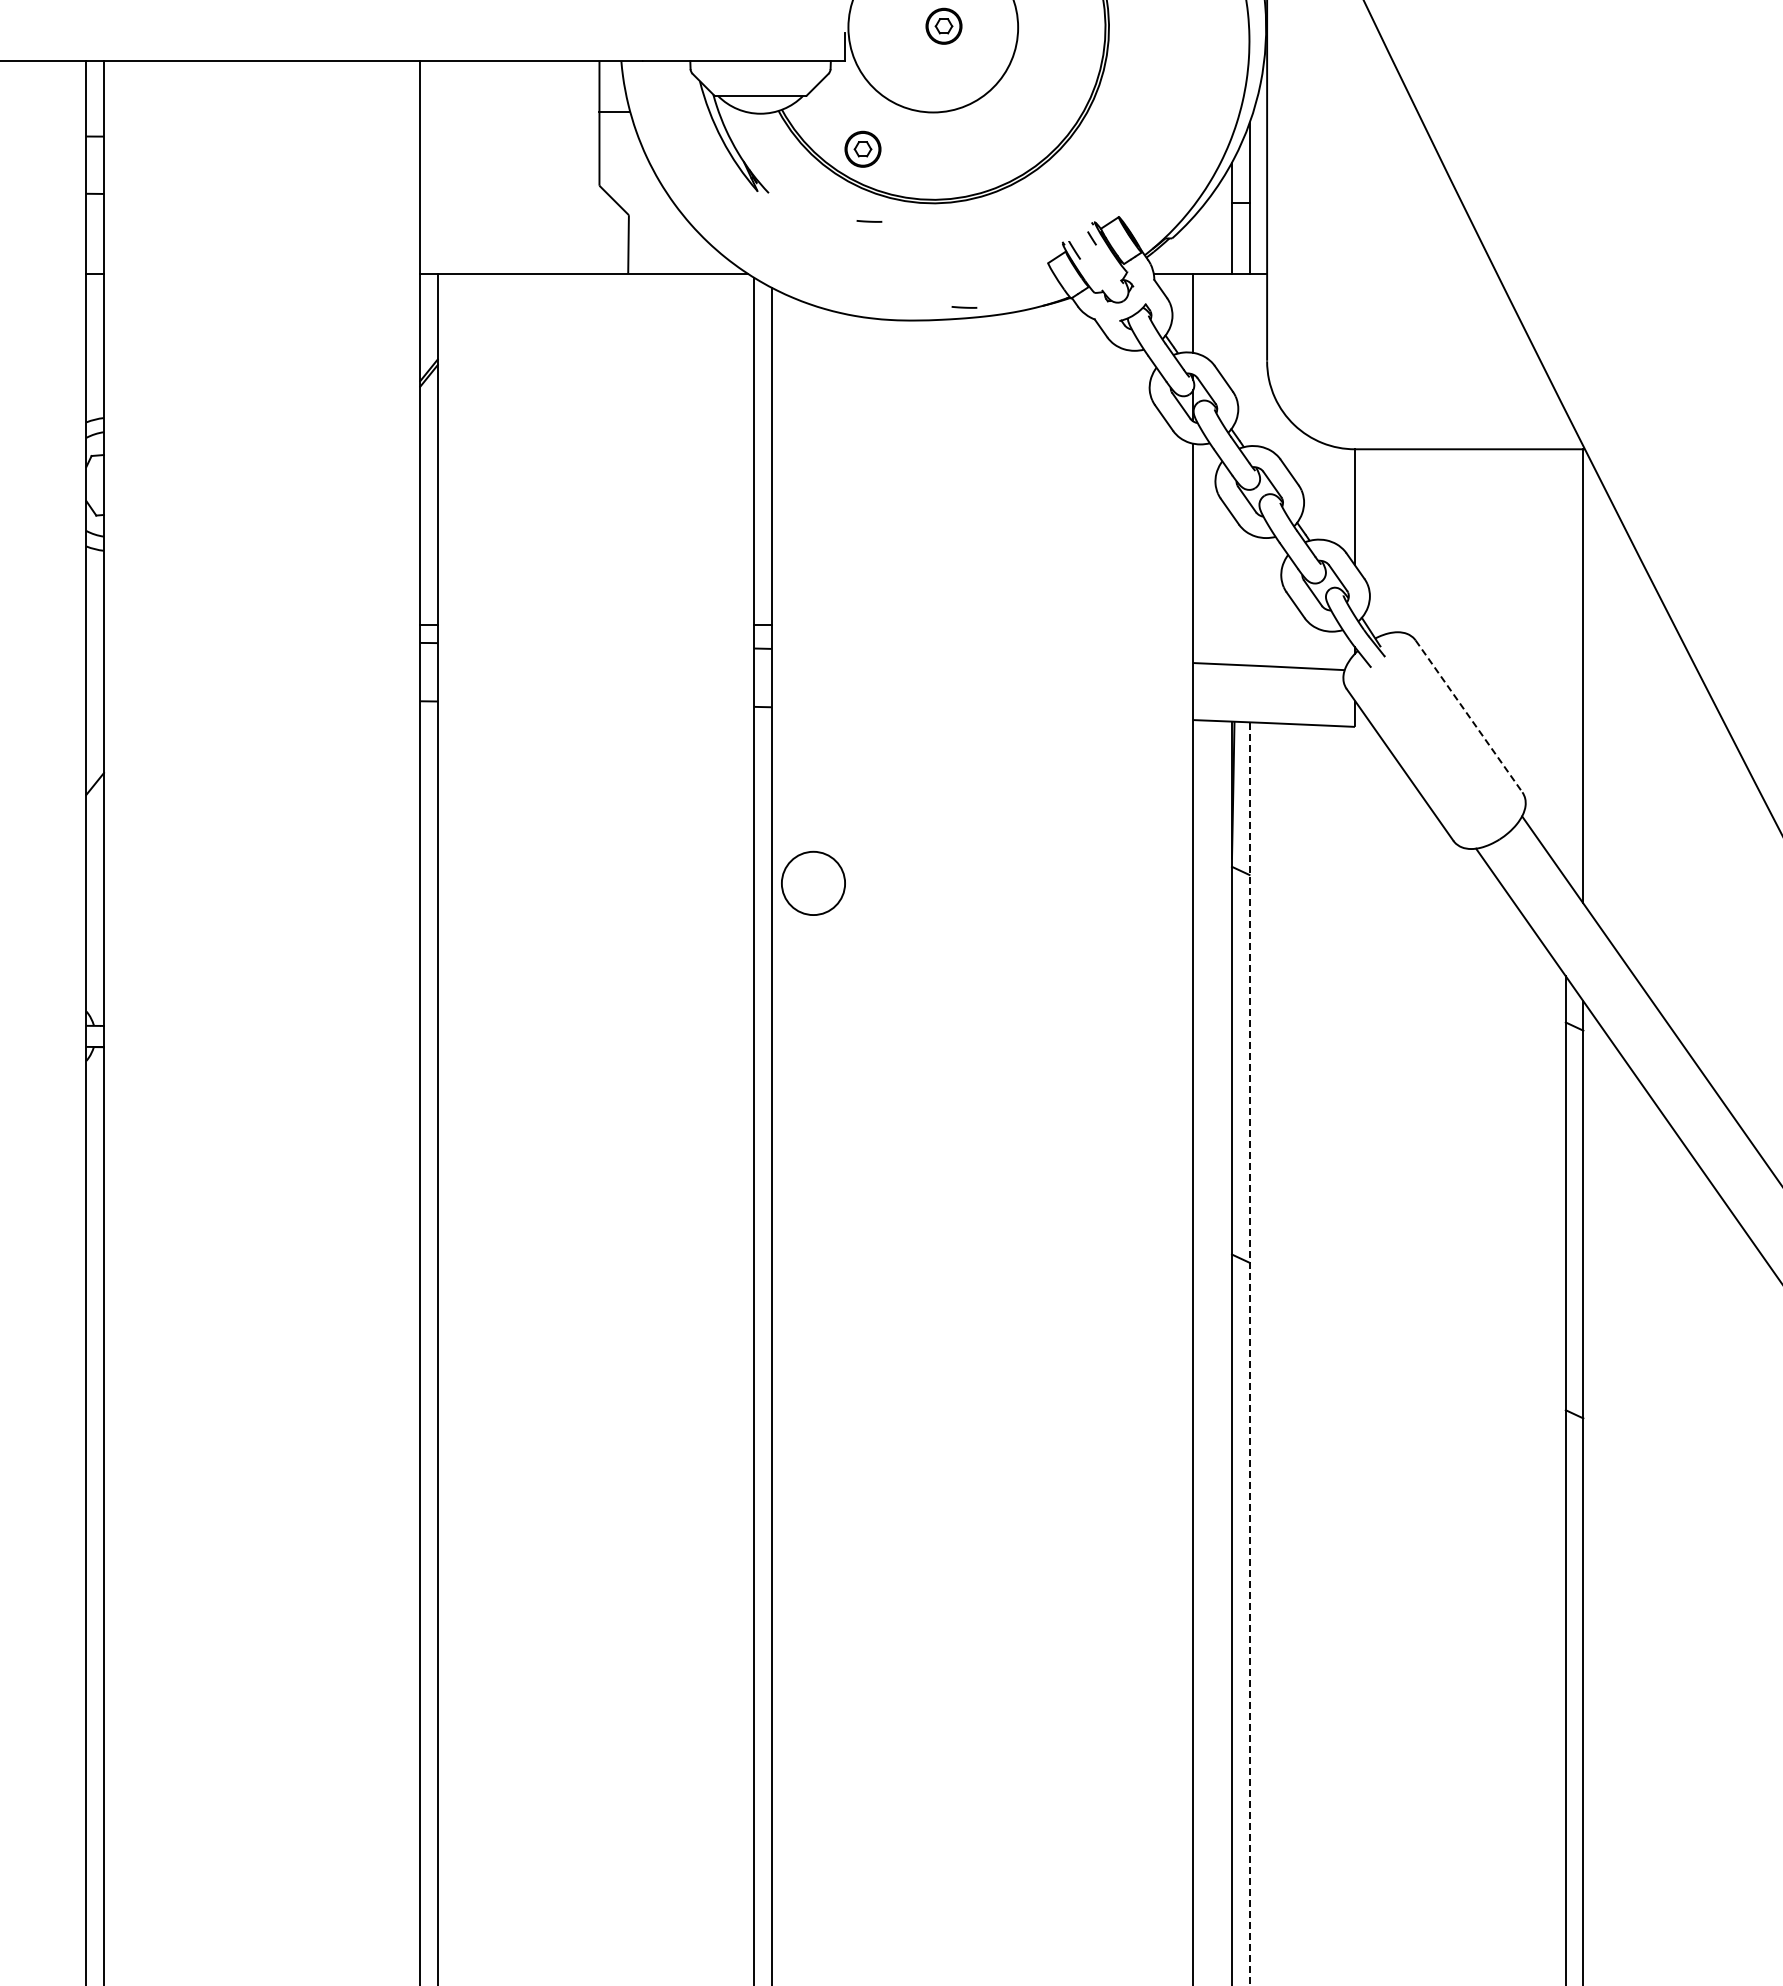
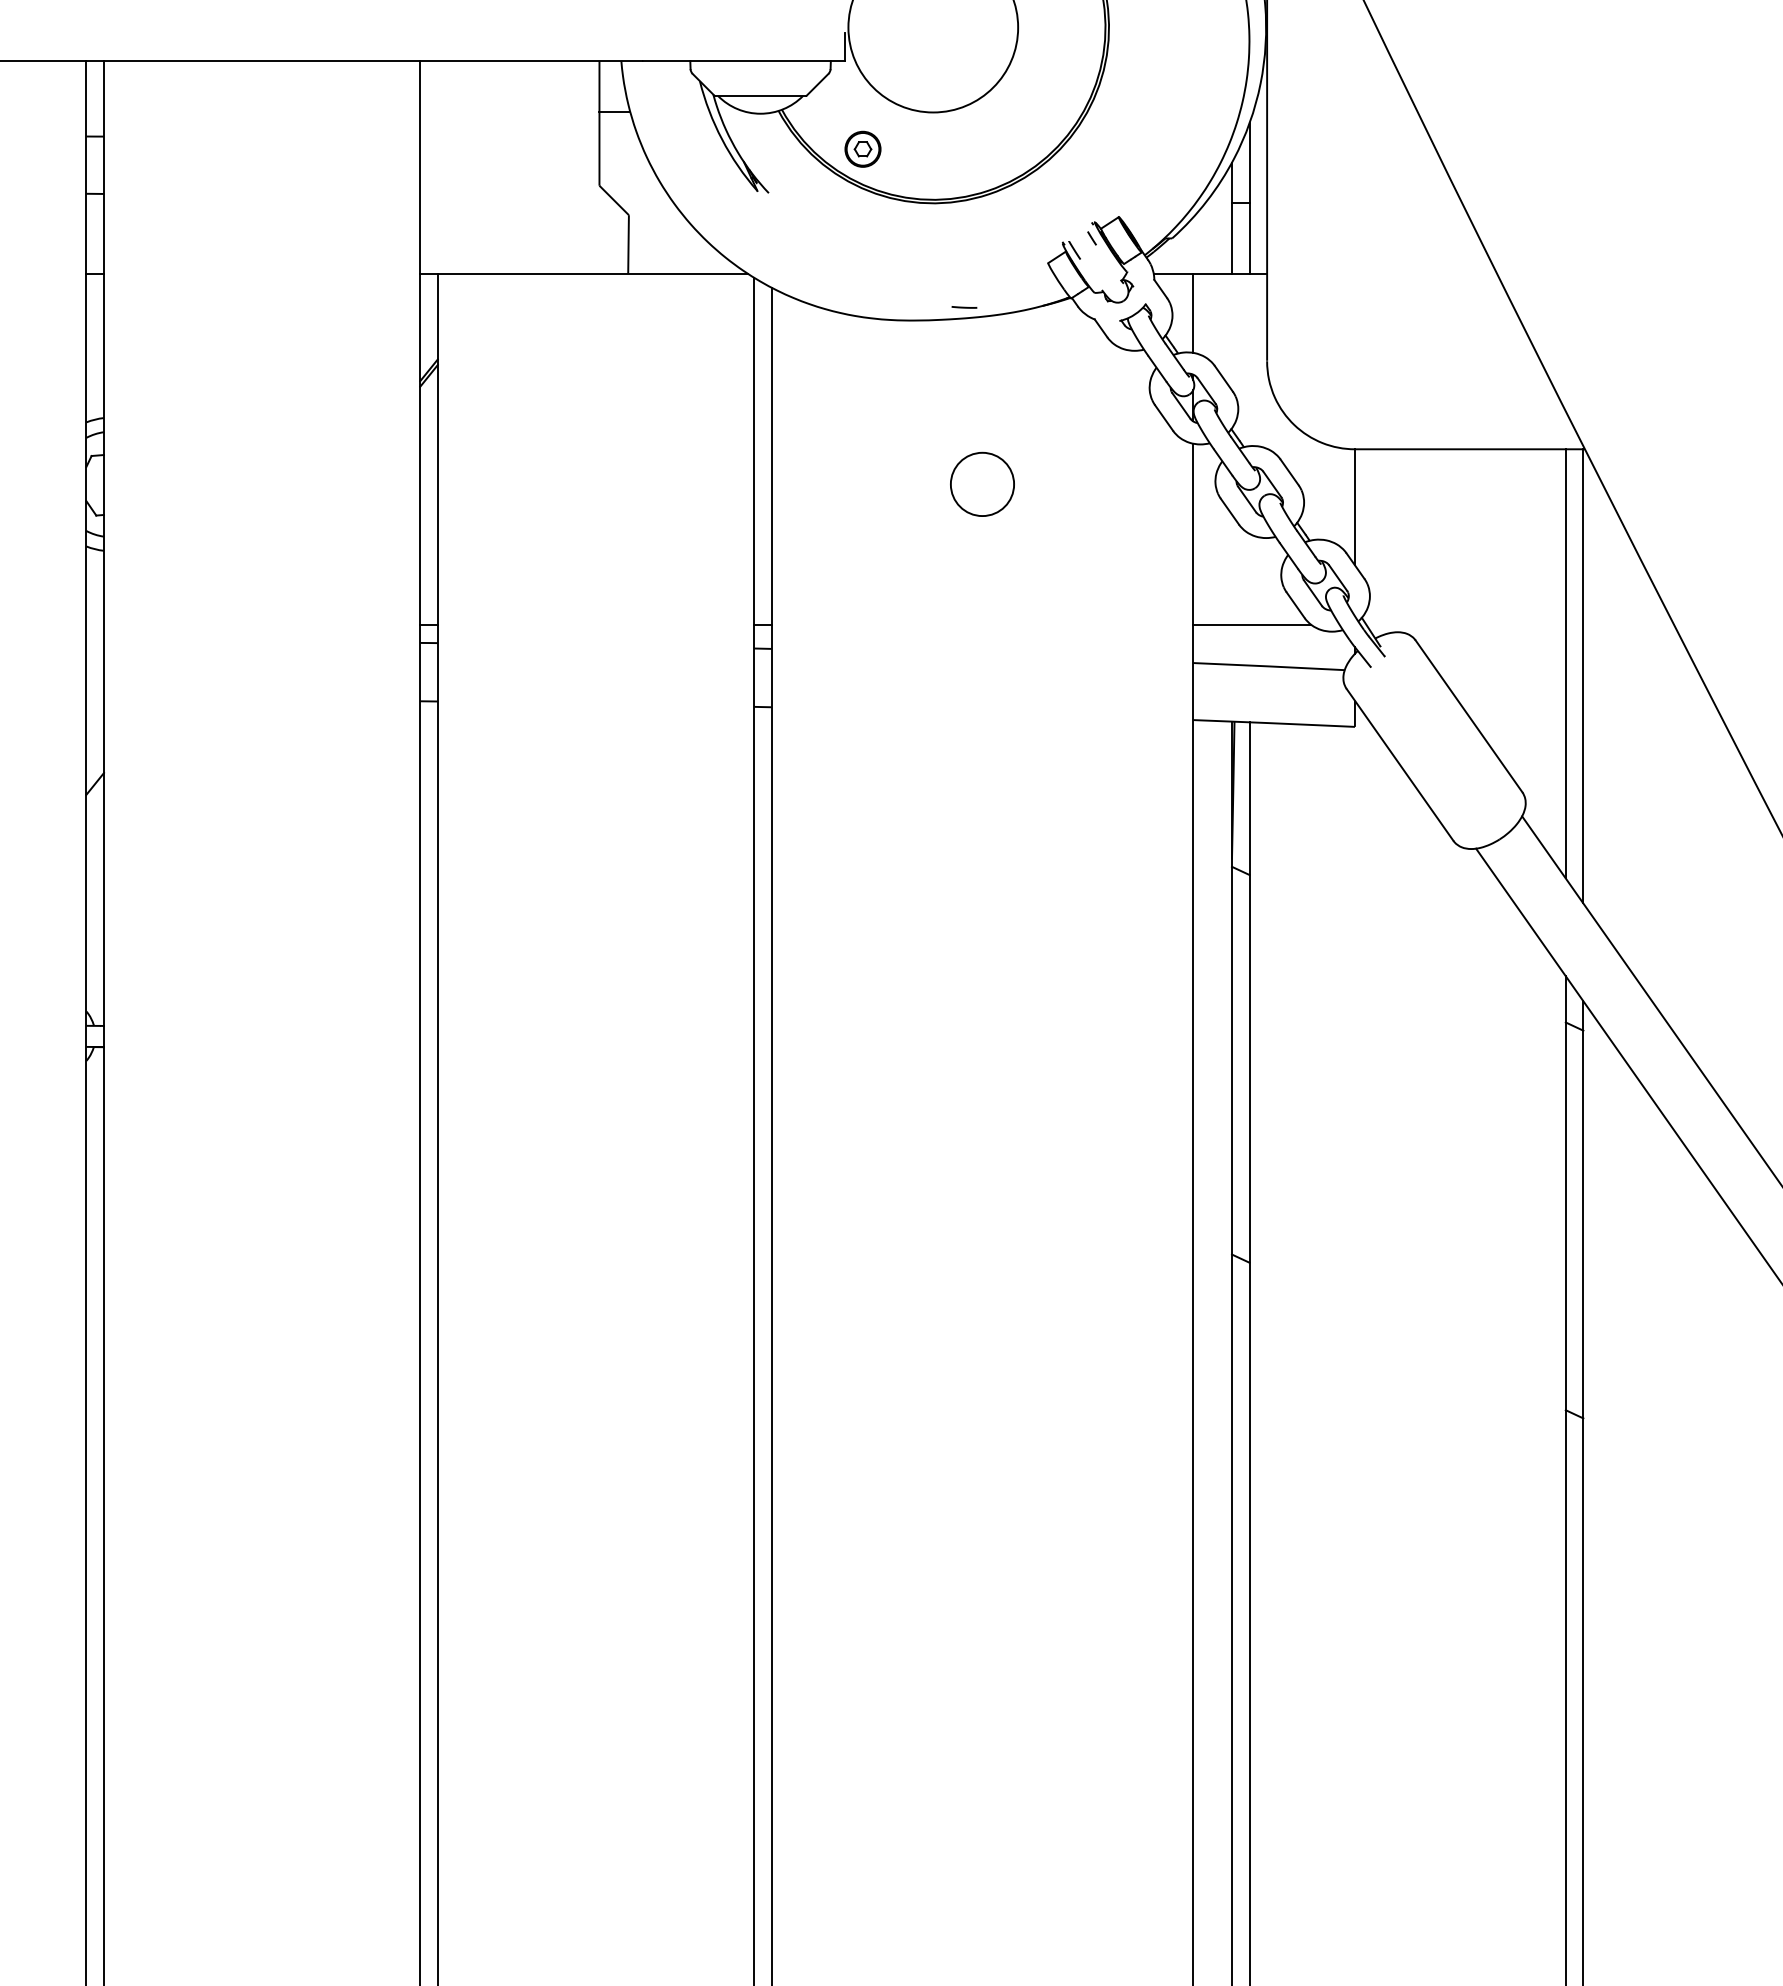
part at (943, 25): present -> none
line at (869, 221): present -> none
line at (1252, 625): none -> present
line at (1565, 663): none -> present
line at (1469, 716): dashed -> solid
circle at (813, 882) position: (813, 882) -> (982, 483)
line at (1249, 1354): dashed -> solid
